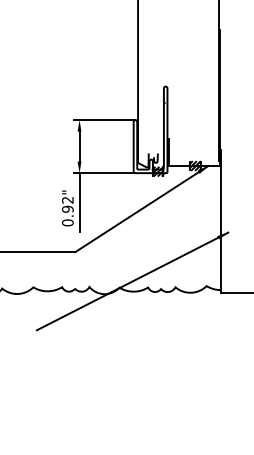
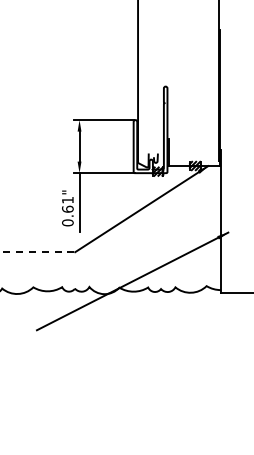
text at (67, 204): 0.92" -> 0.61"
line at (38, 252): solid -> dashed
